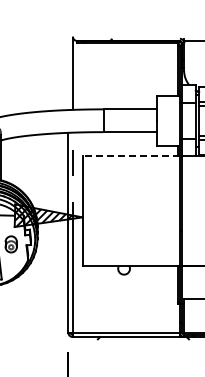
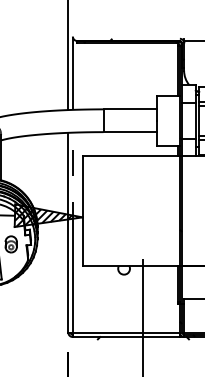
line at (68, 56): none -> present
line at (131, 156): dashed -> solid
line at (143, 315): none -> present
